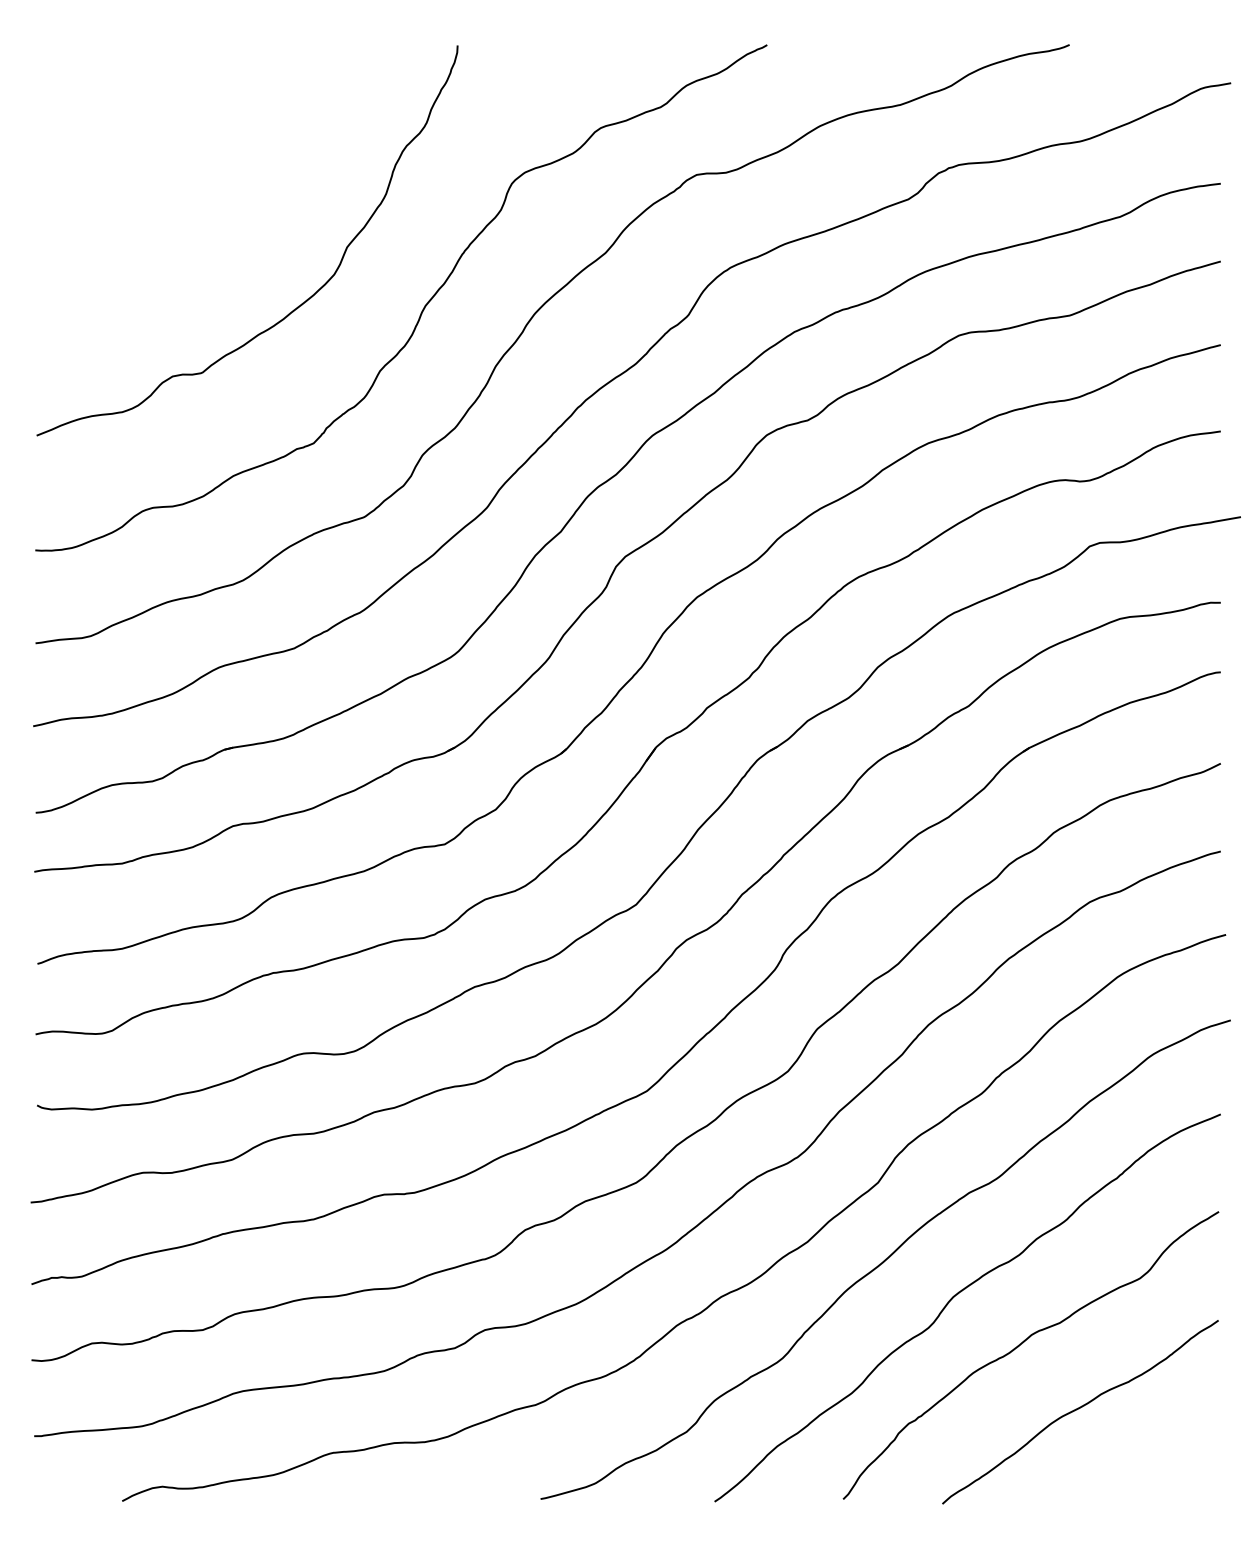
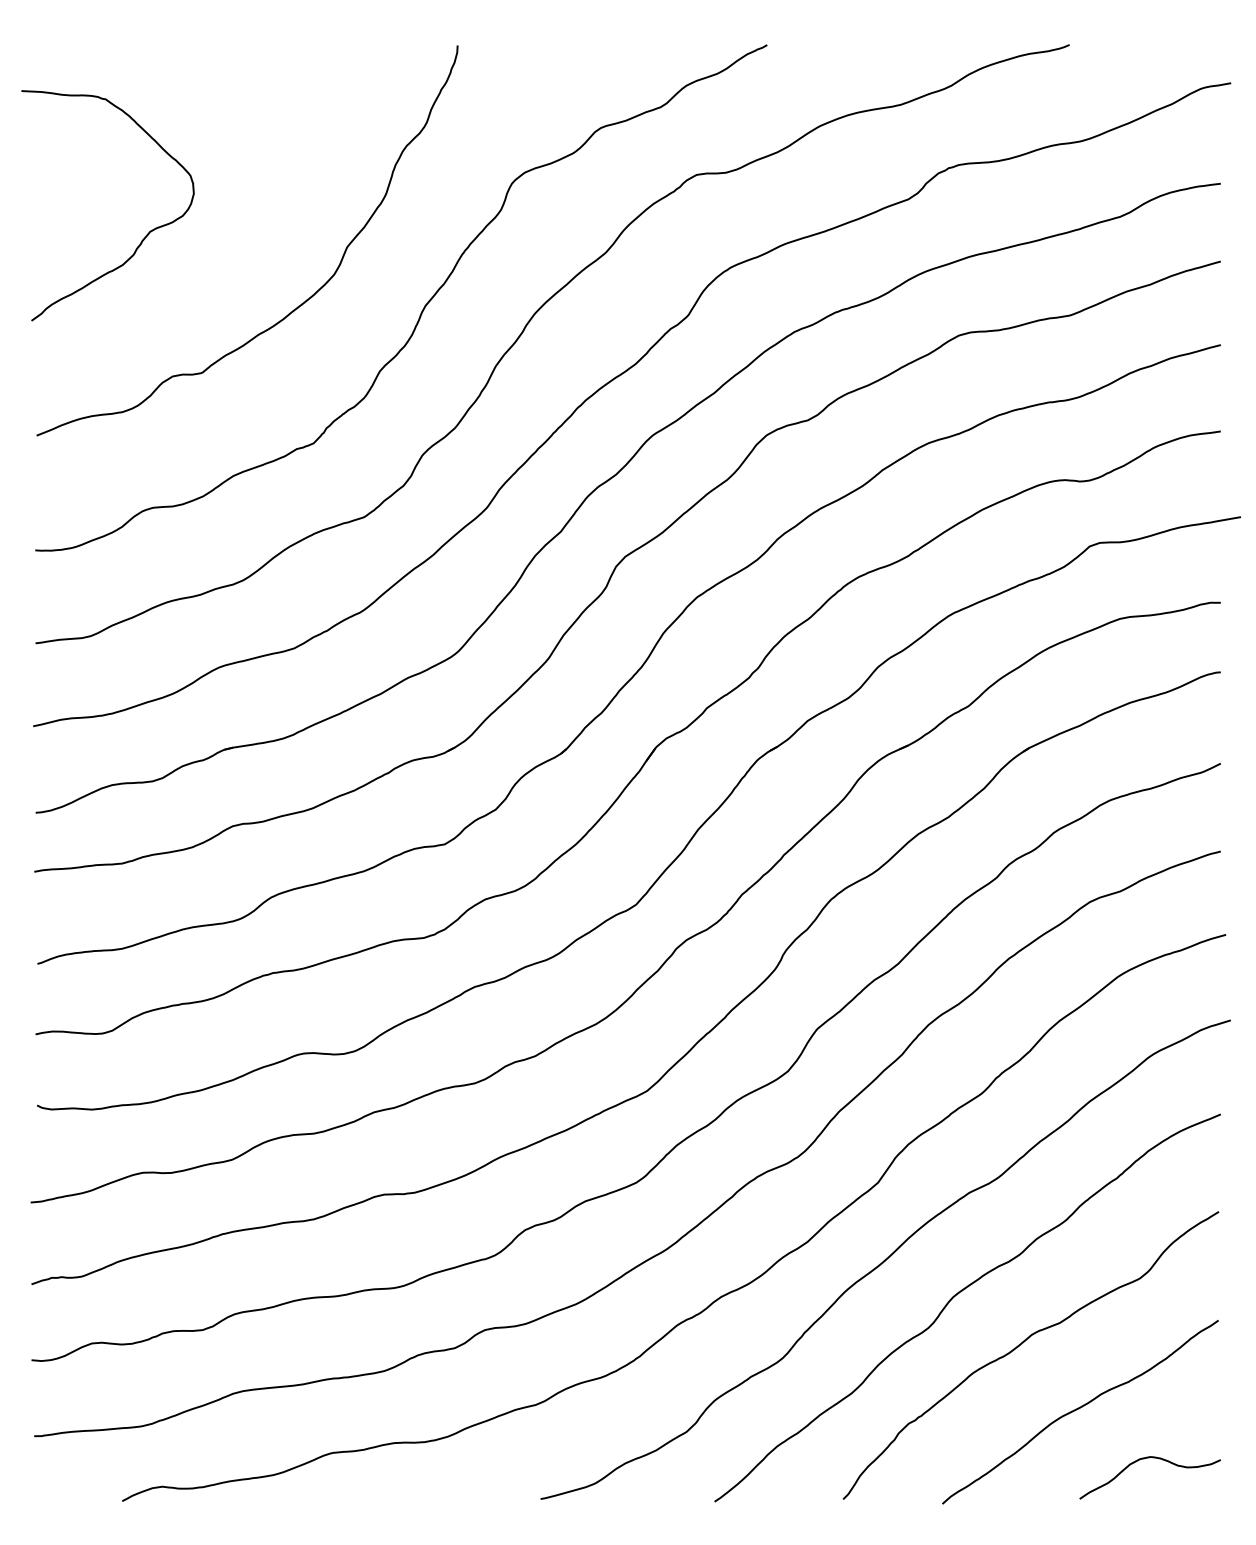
curve at (145, 235): none -> present
curve at (1144, 1459): none -> present
